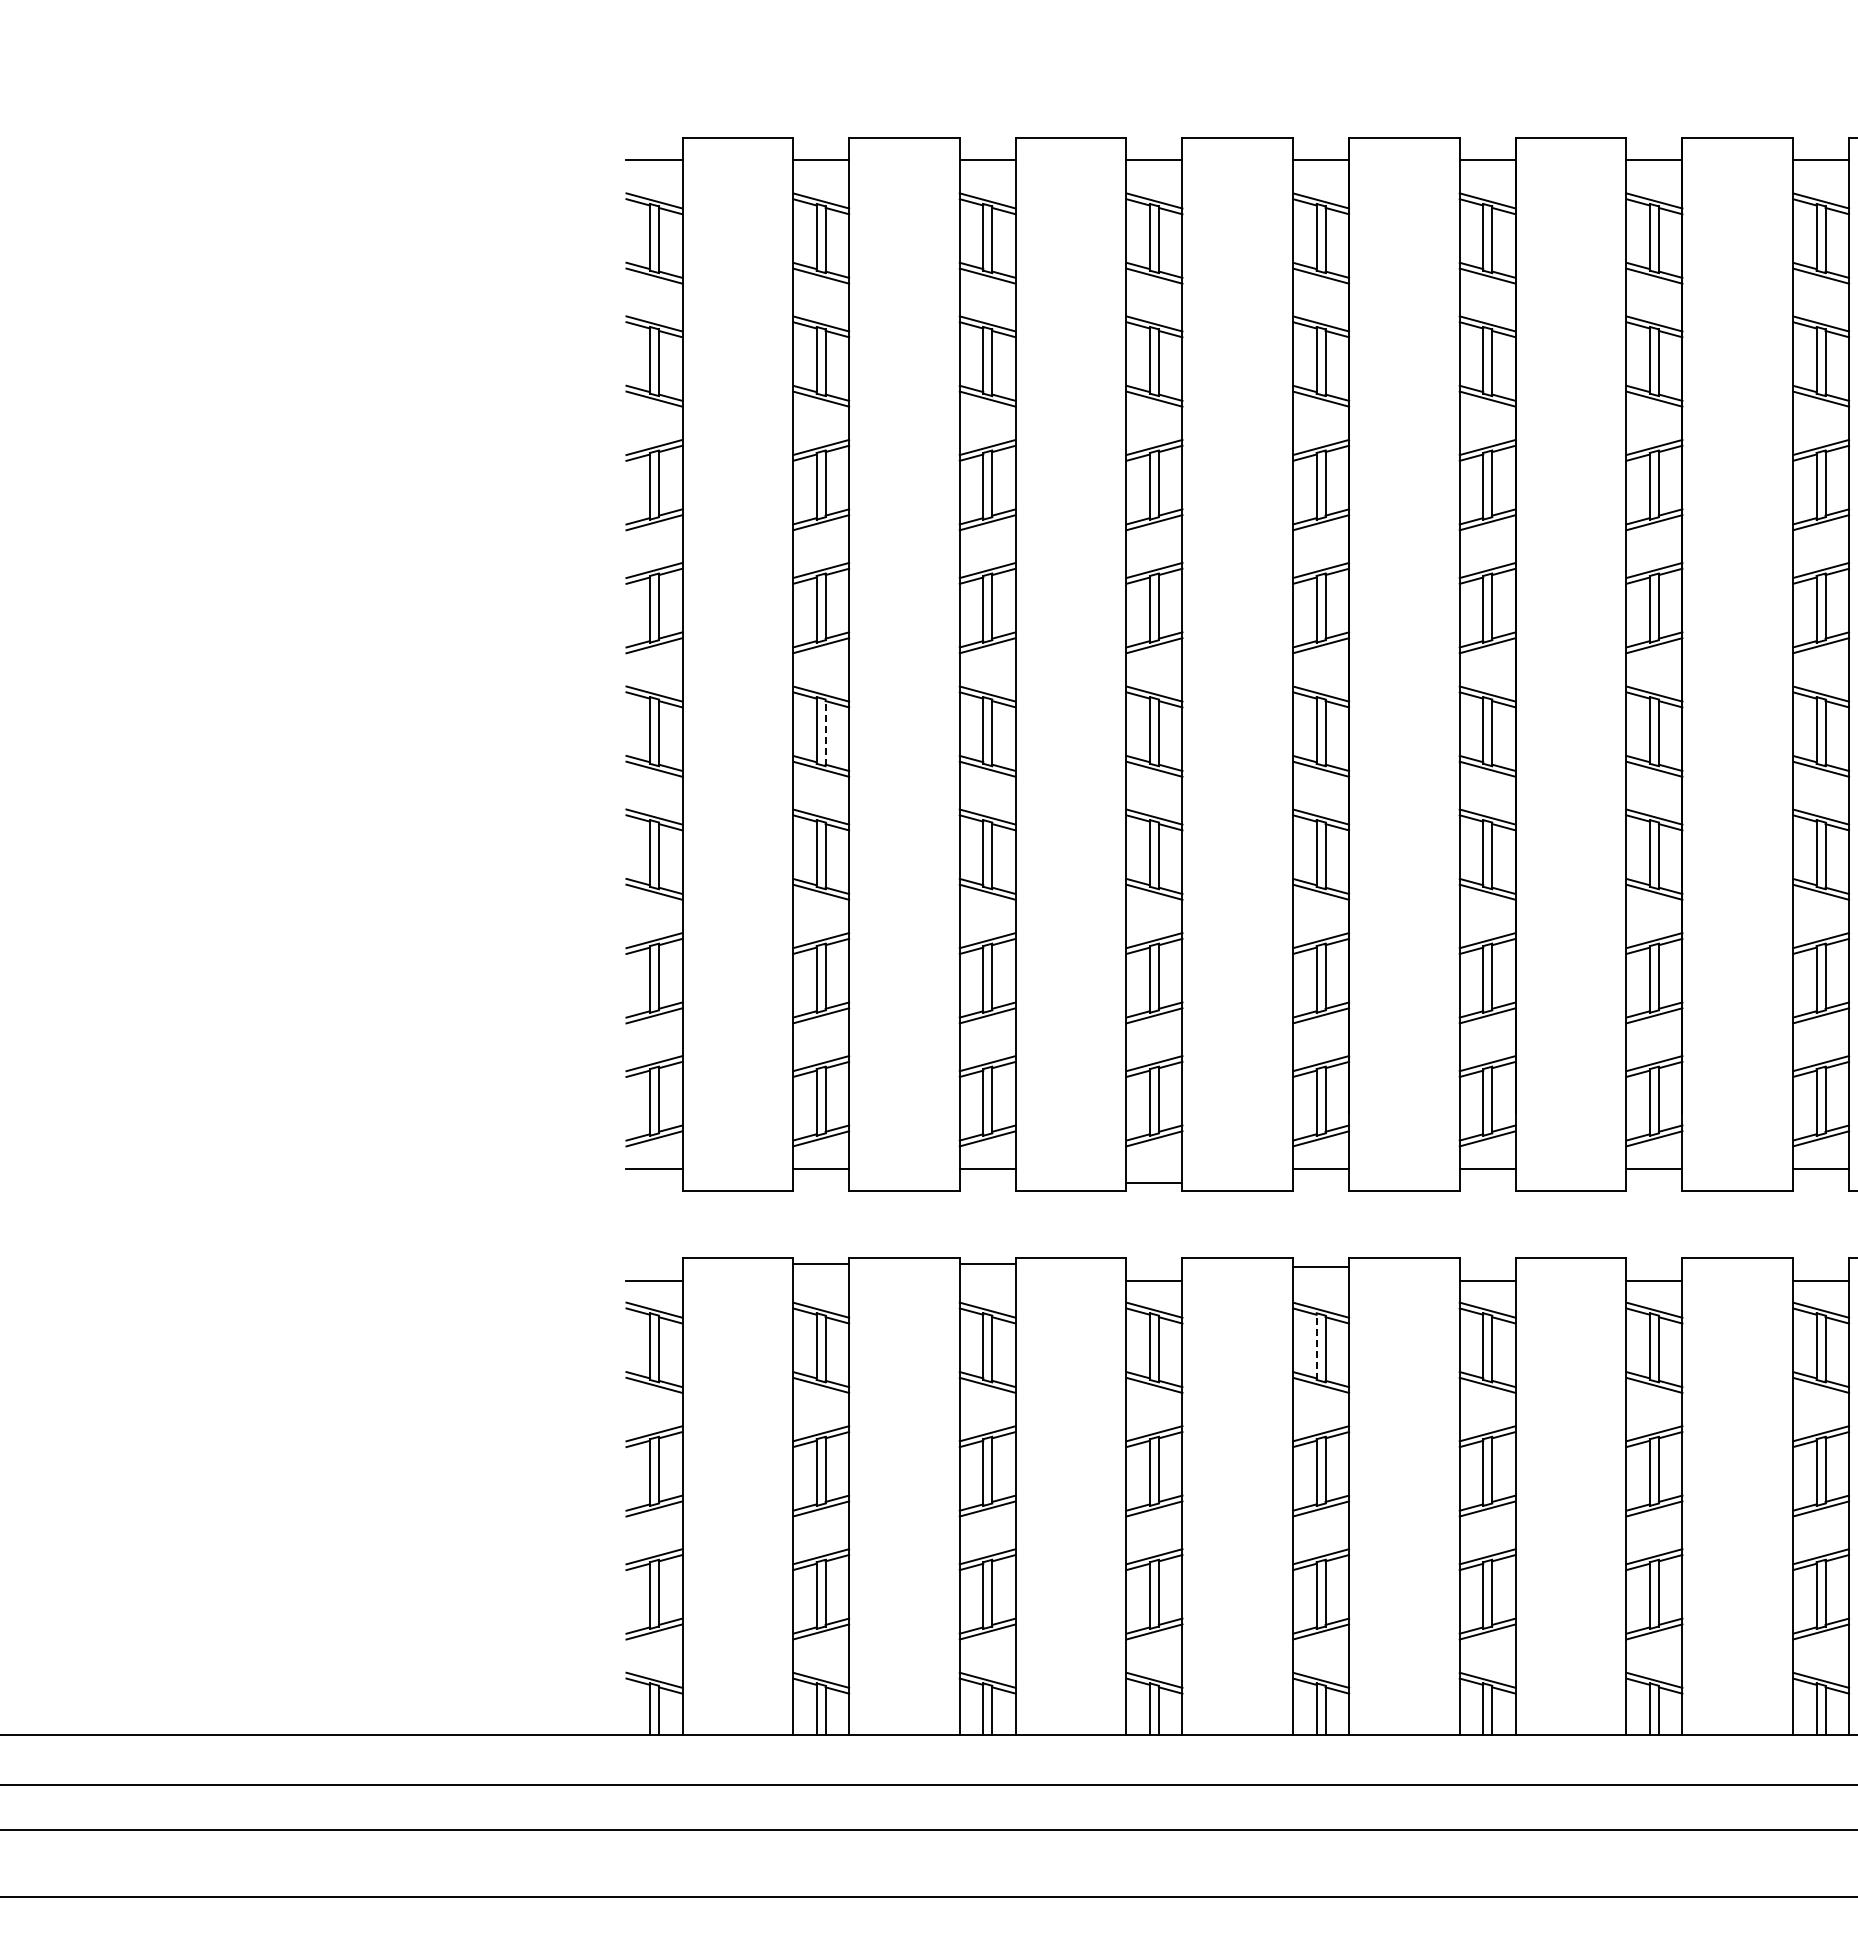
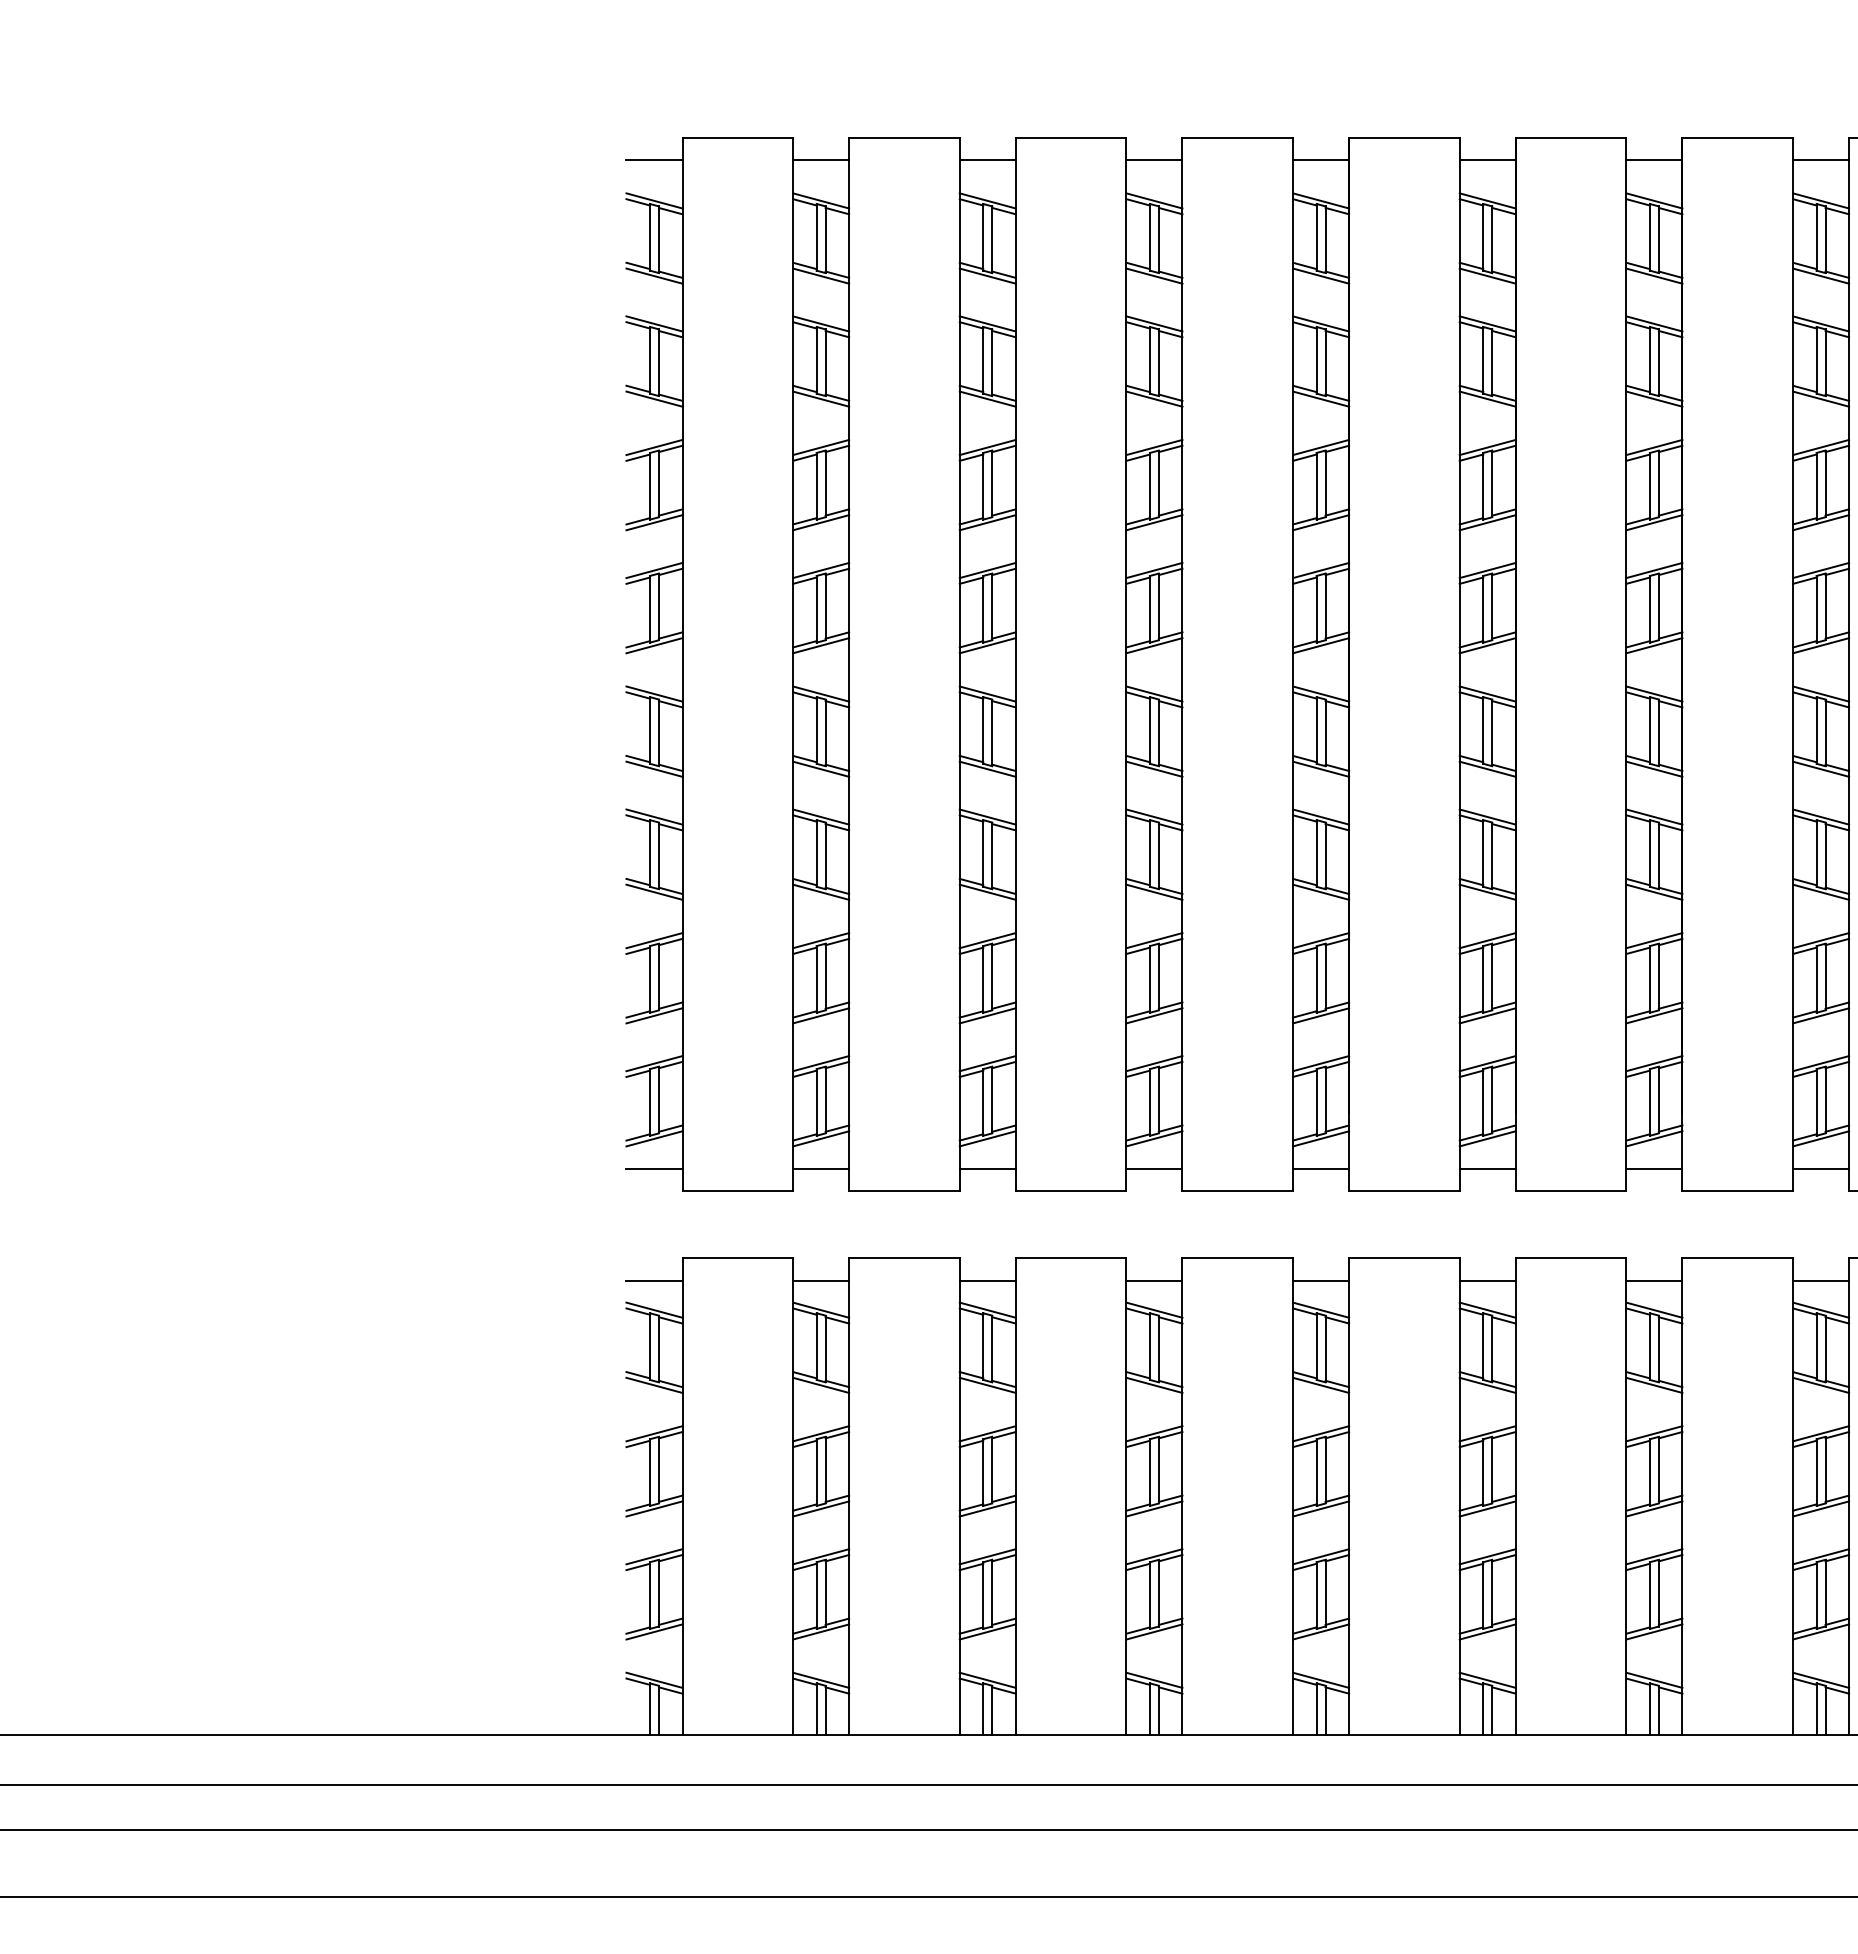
line at (825, 732): dashed -> solid
line at (1154, 1182) position: (1154, 1182) -> (1154, 1168)
line at (821, 1263) position: (821, 1263) -> (821, 1280)
line at (987, 1263) position: (987, 1263) -> (987, 1280)
line at (1321, 1266) position: (1321, 1266) -> (1321, 1280)
line at (1316, 1346): dashed -> solid
